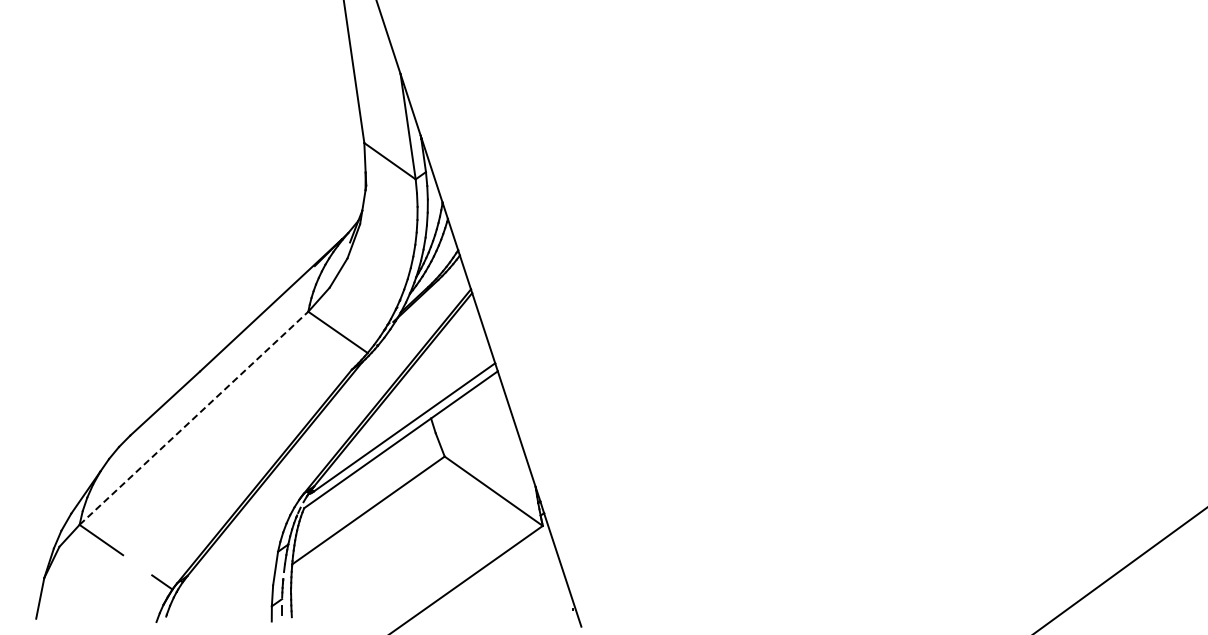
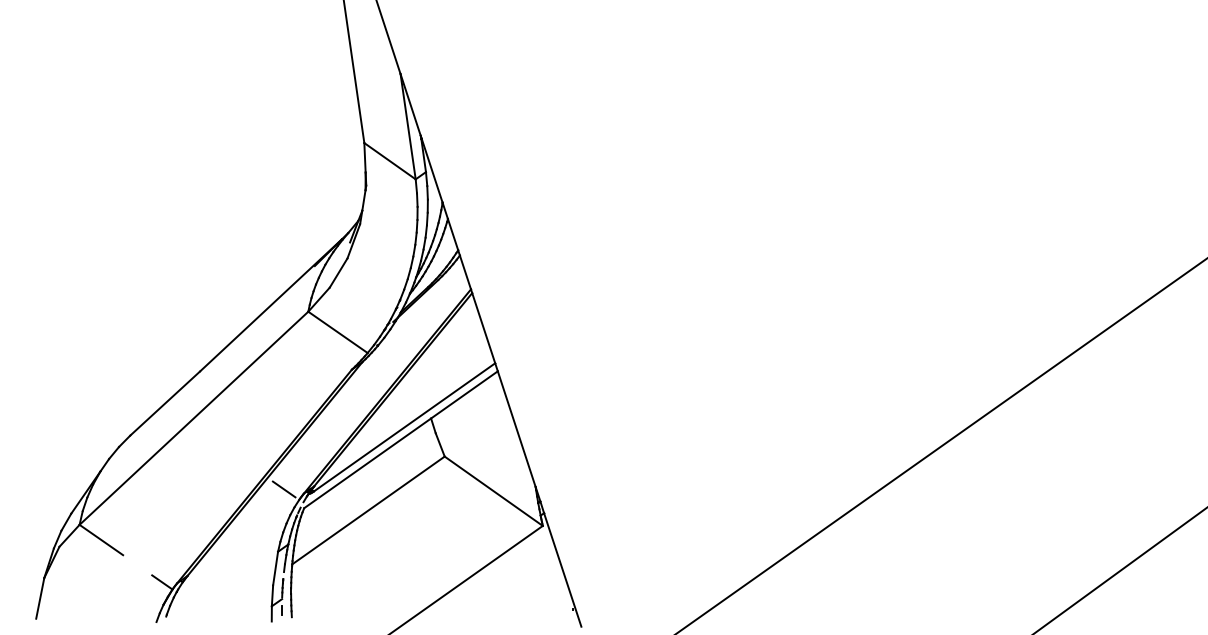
line at (194, 417): dashed -> solid
line at (941, 445): none -> present
line at (283, 489): none -> present
